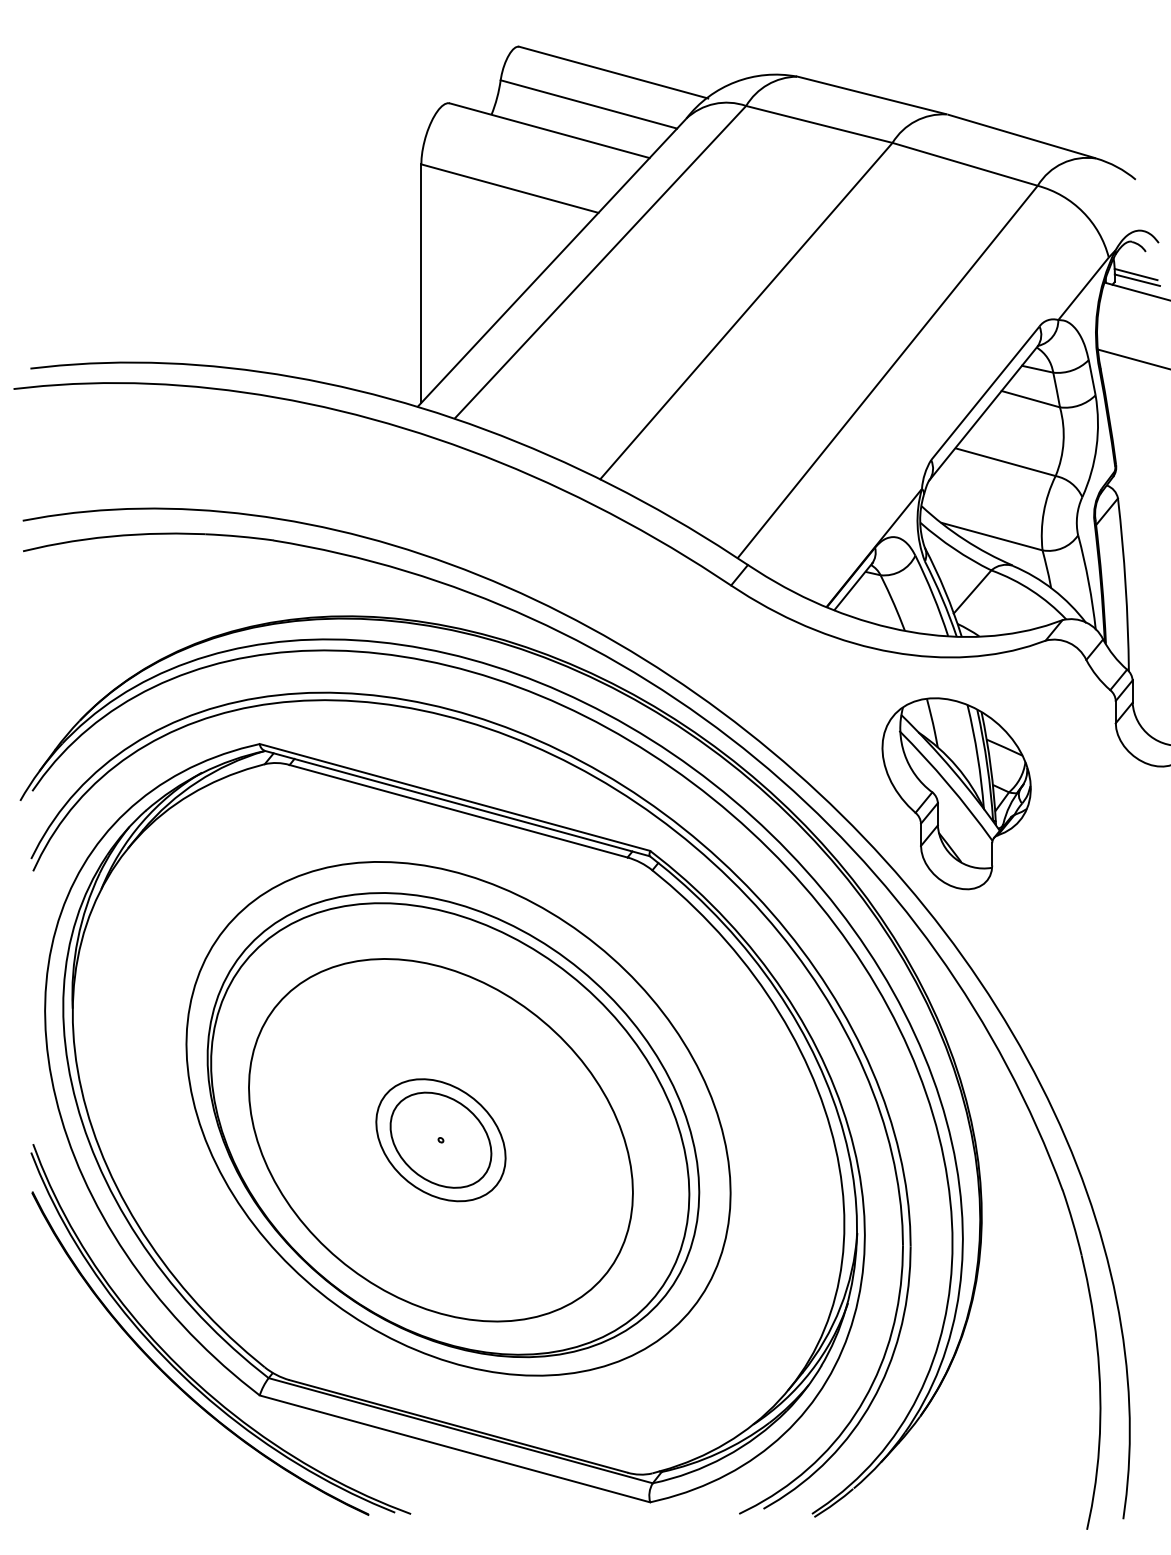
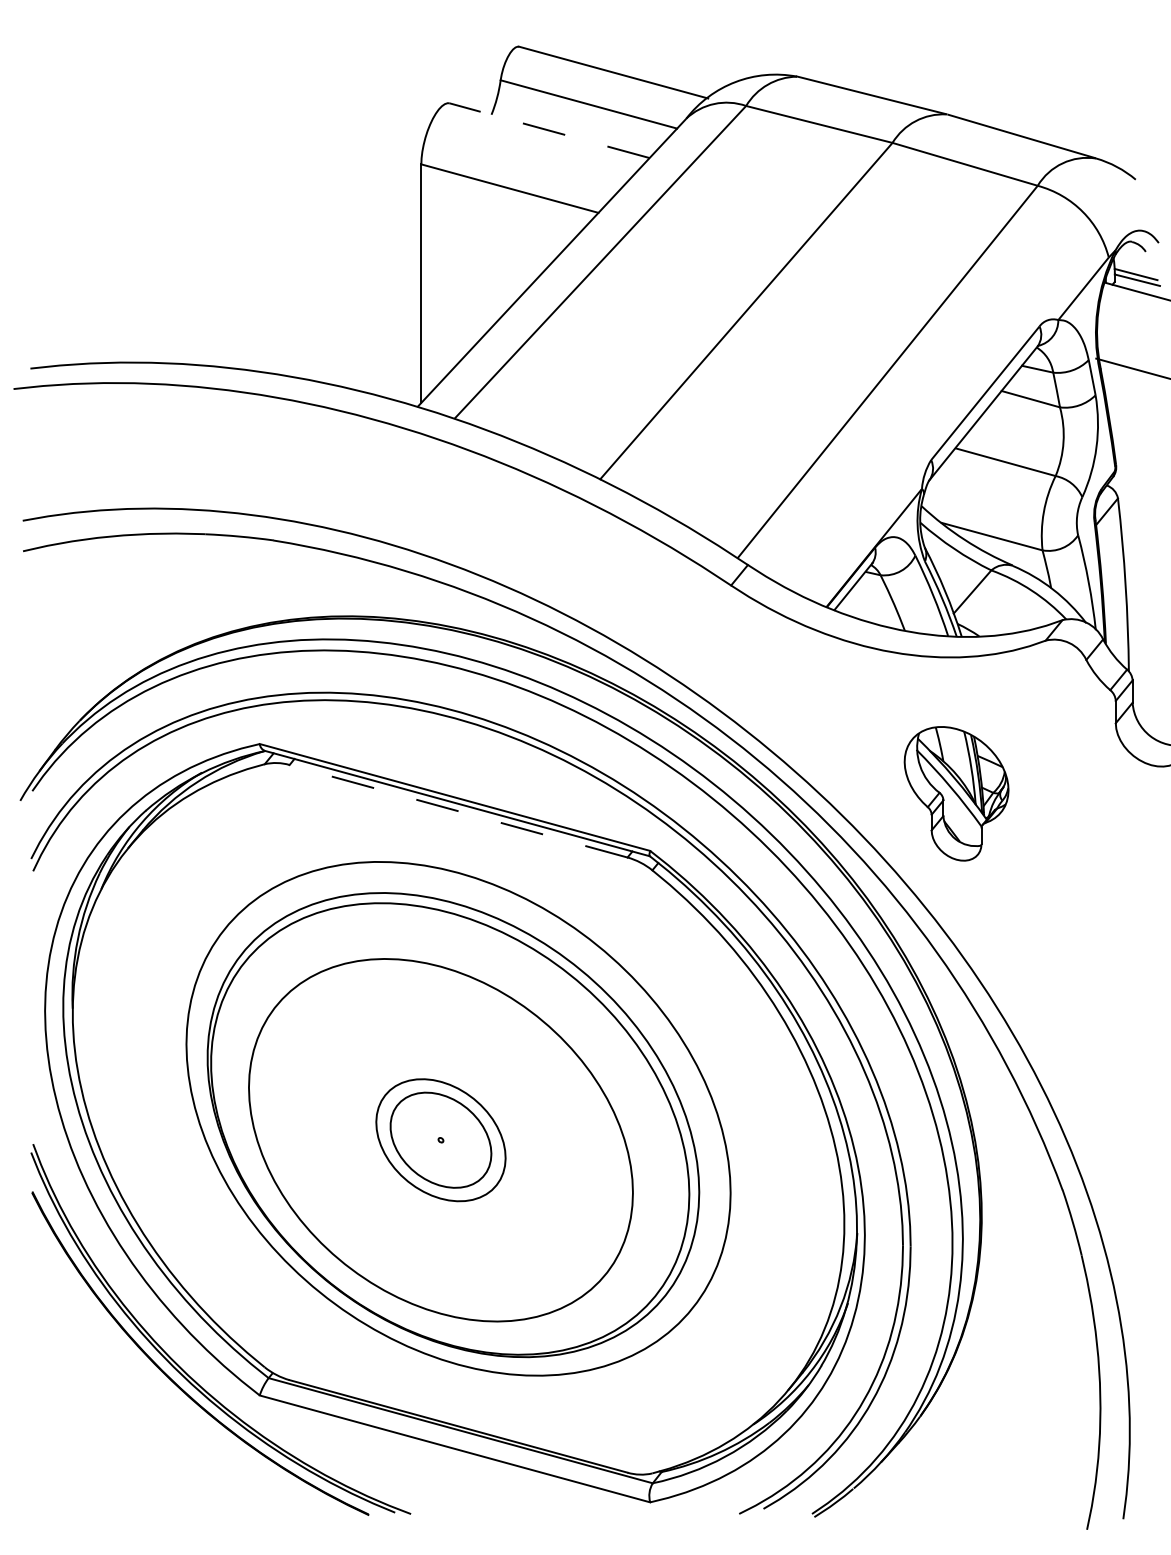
line at (549, 130): solid -> dashed
line at (1132, 358) position: (1132, 358) -> (1131, 368)
part at (956, 793) size: 151x194 px -> 107x136 px
line at (458, 811): solid -> dashed
